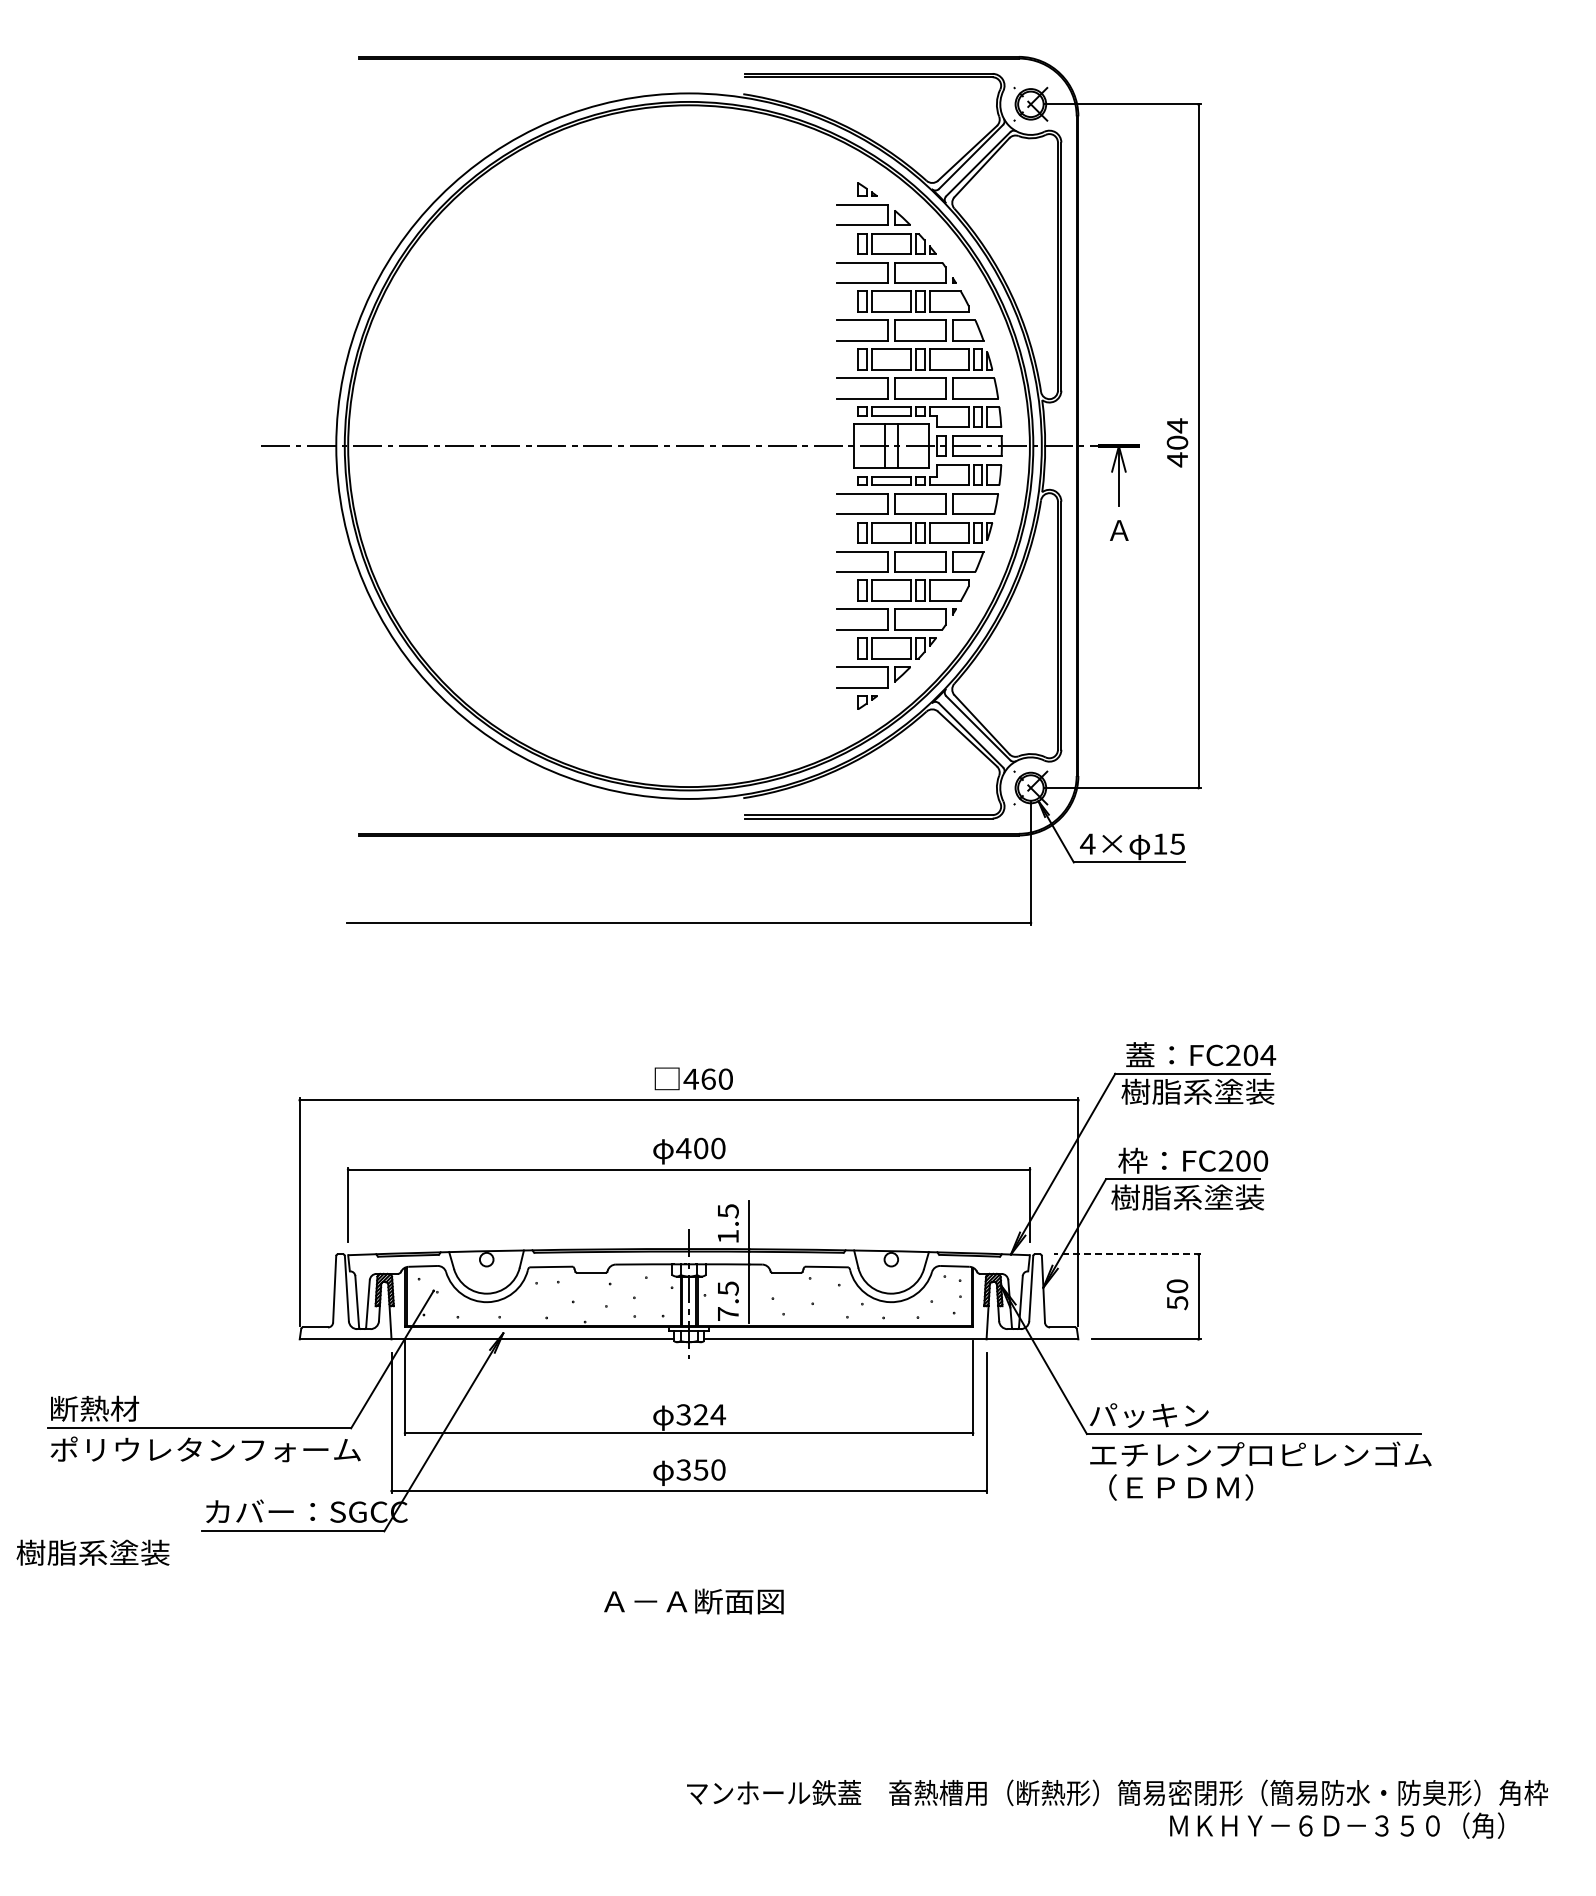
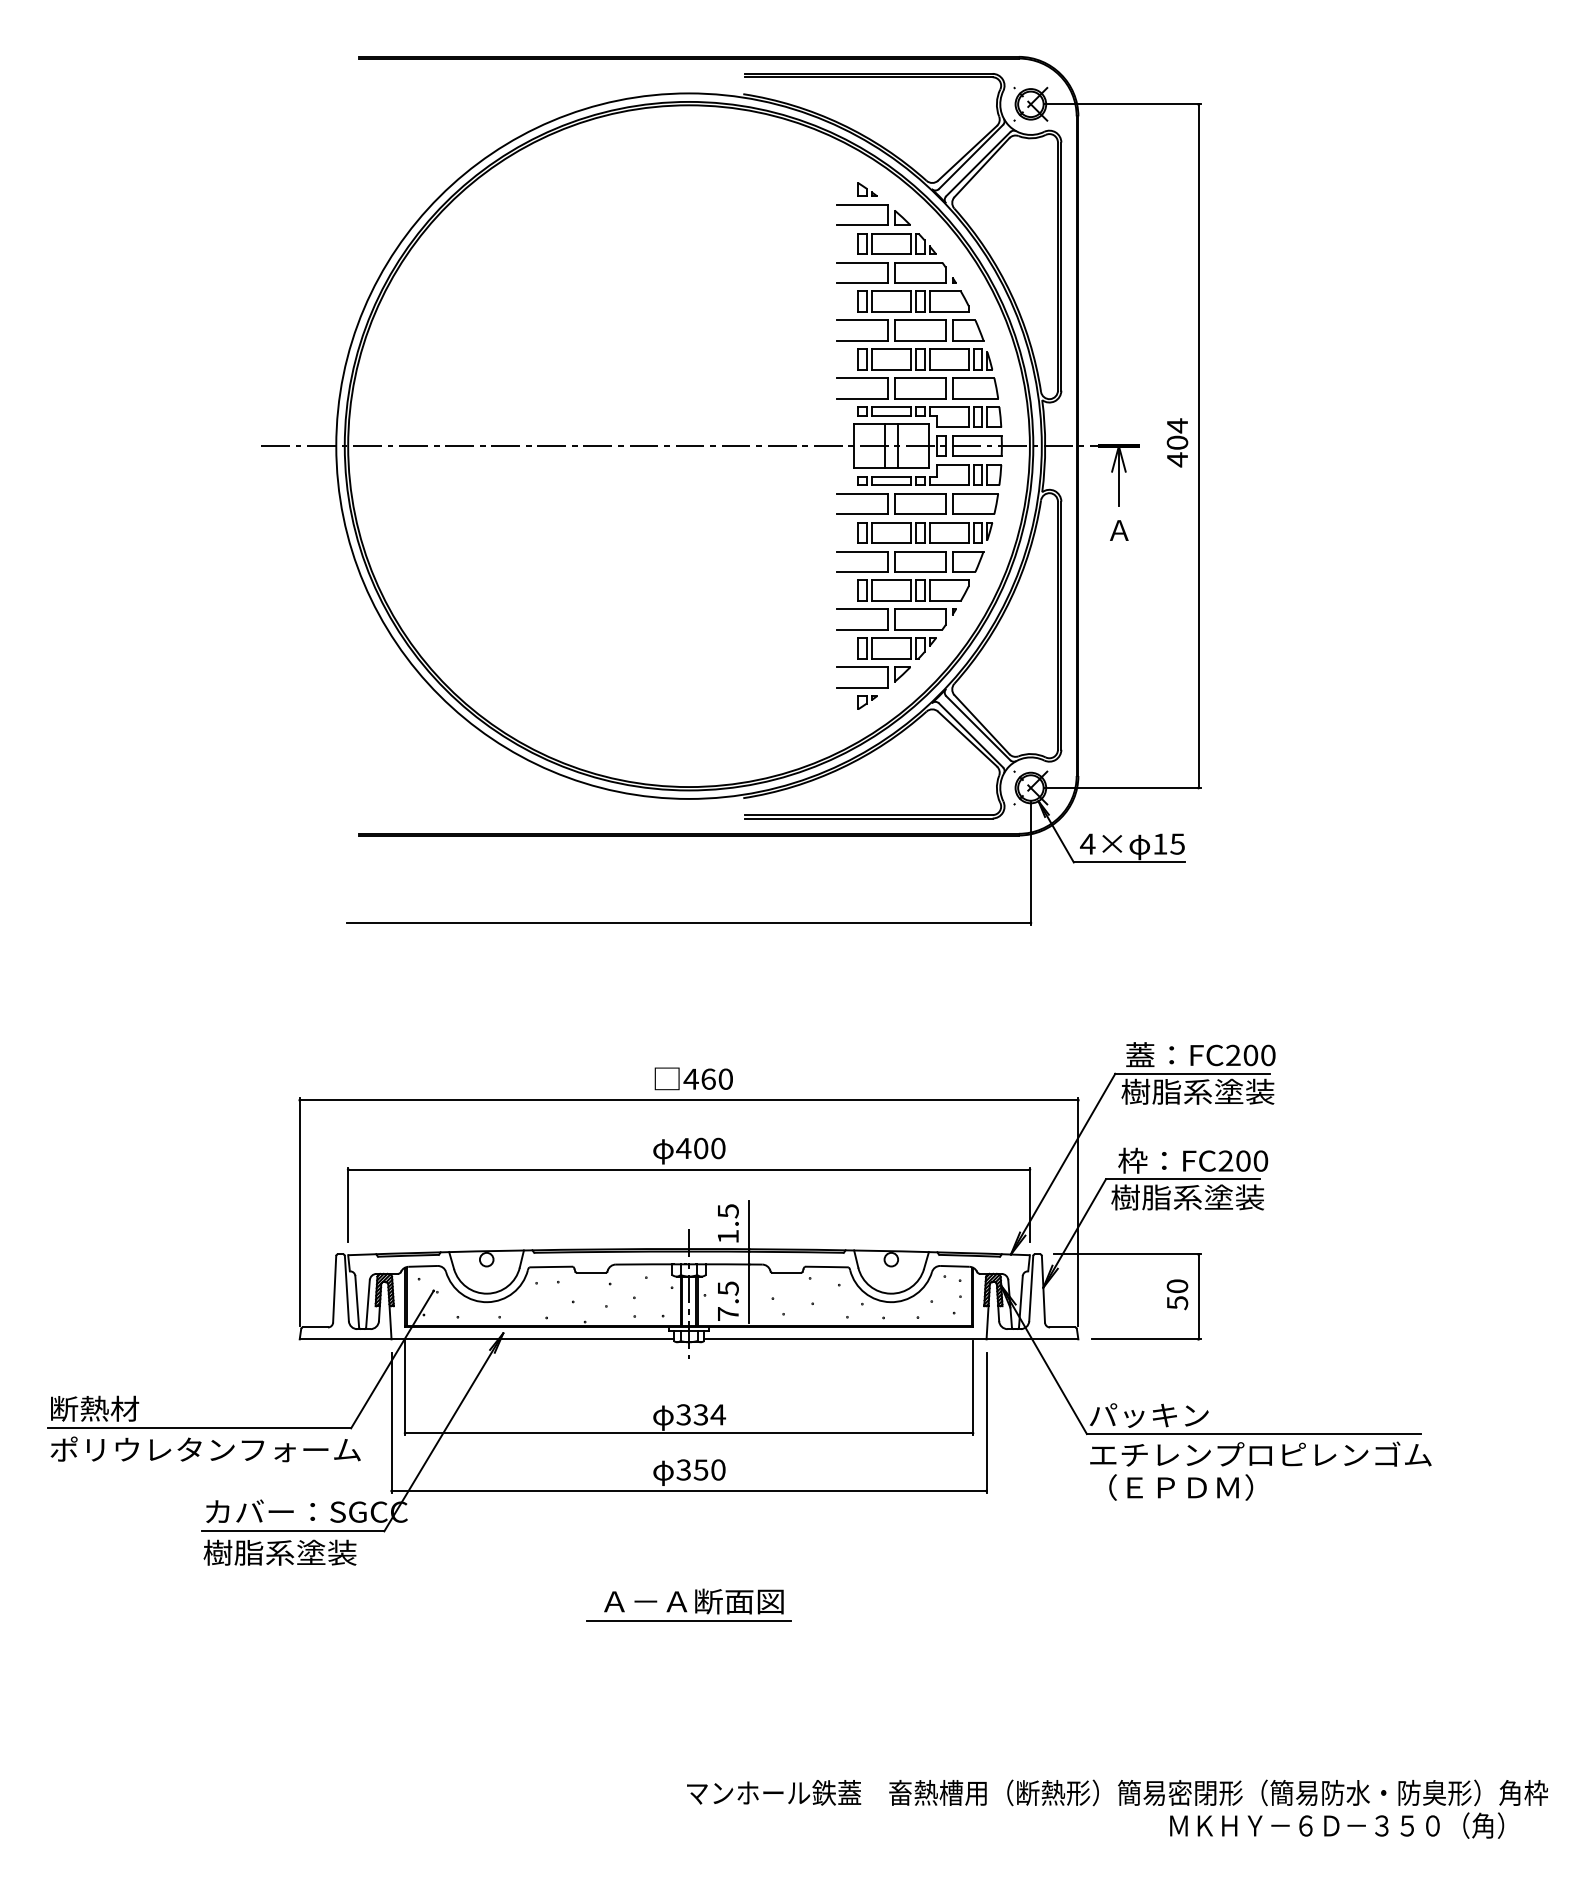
text at (1268, 1055): FC204 -> FC200
line at (1126, 1254): dashed -> solid
text at (700, 1414): 324 -> 334
text at (92, 1552) position: (92, 1552) -> (279, 1552)
line at (688, 1621): none -> present
